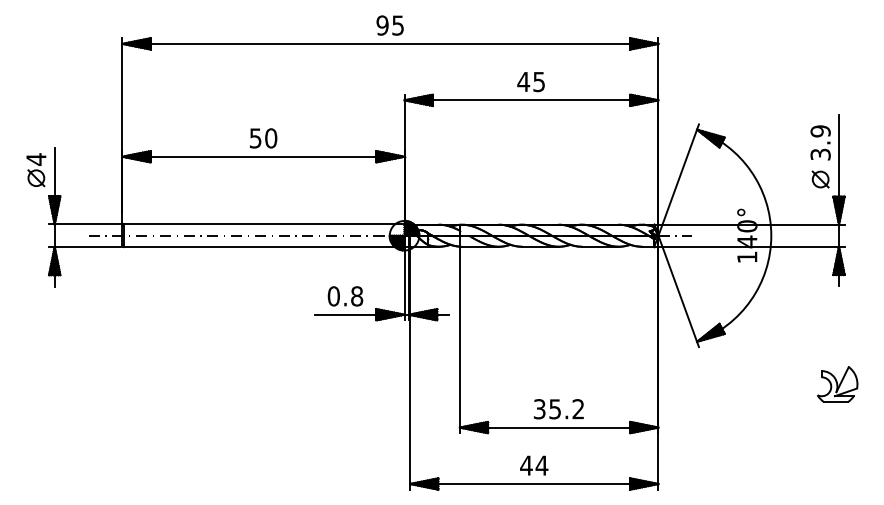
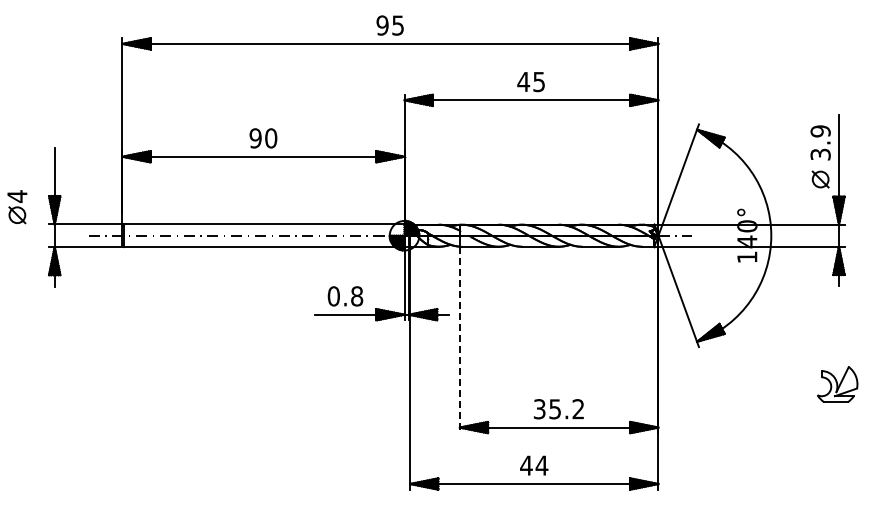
text at (255, 138): 50 -> 90
part at (36, 170) position: (36, 170) -> (17, 207)
line at (459, 340): solid -> dashed
